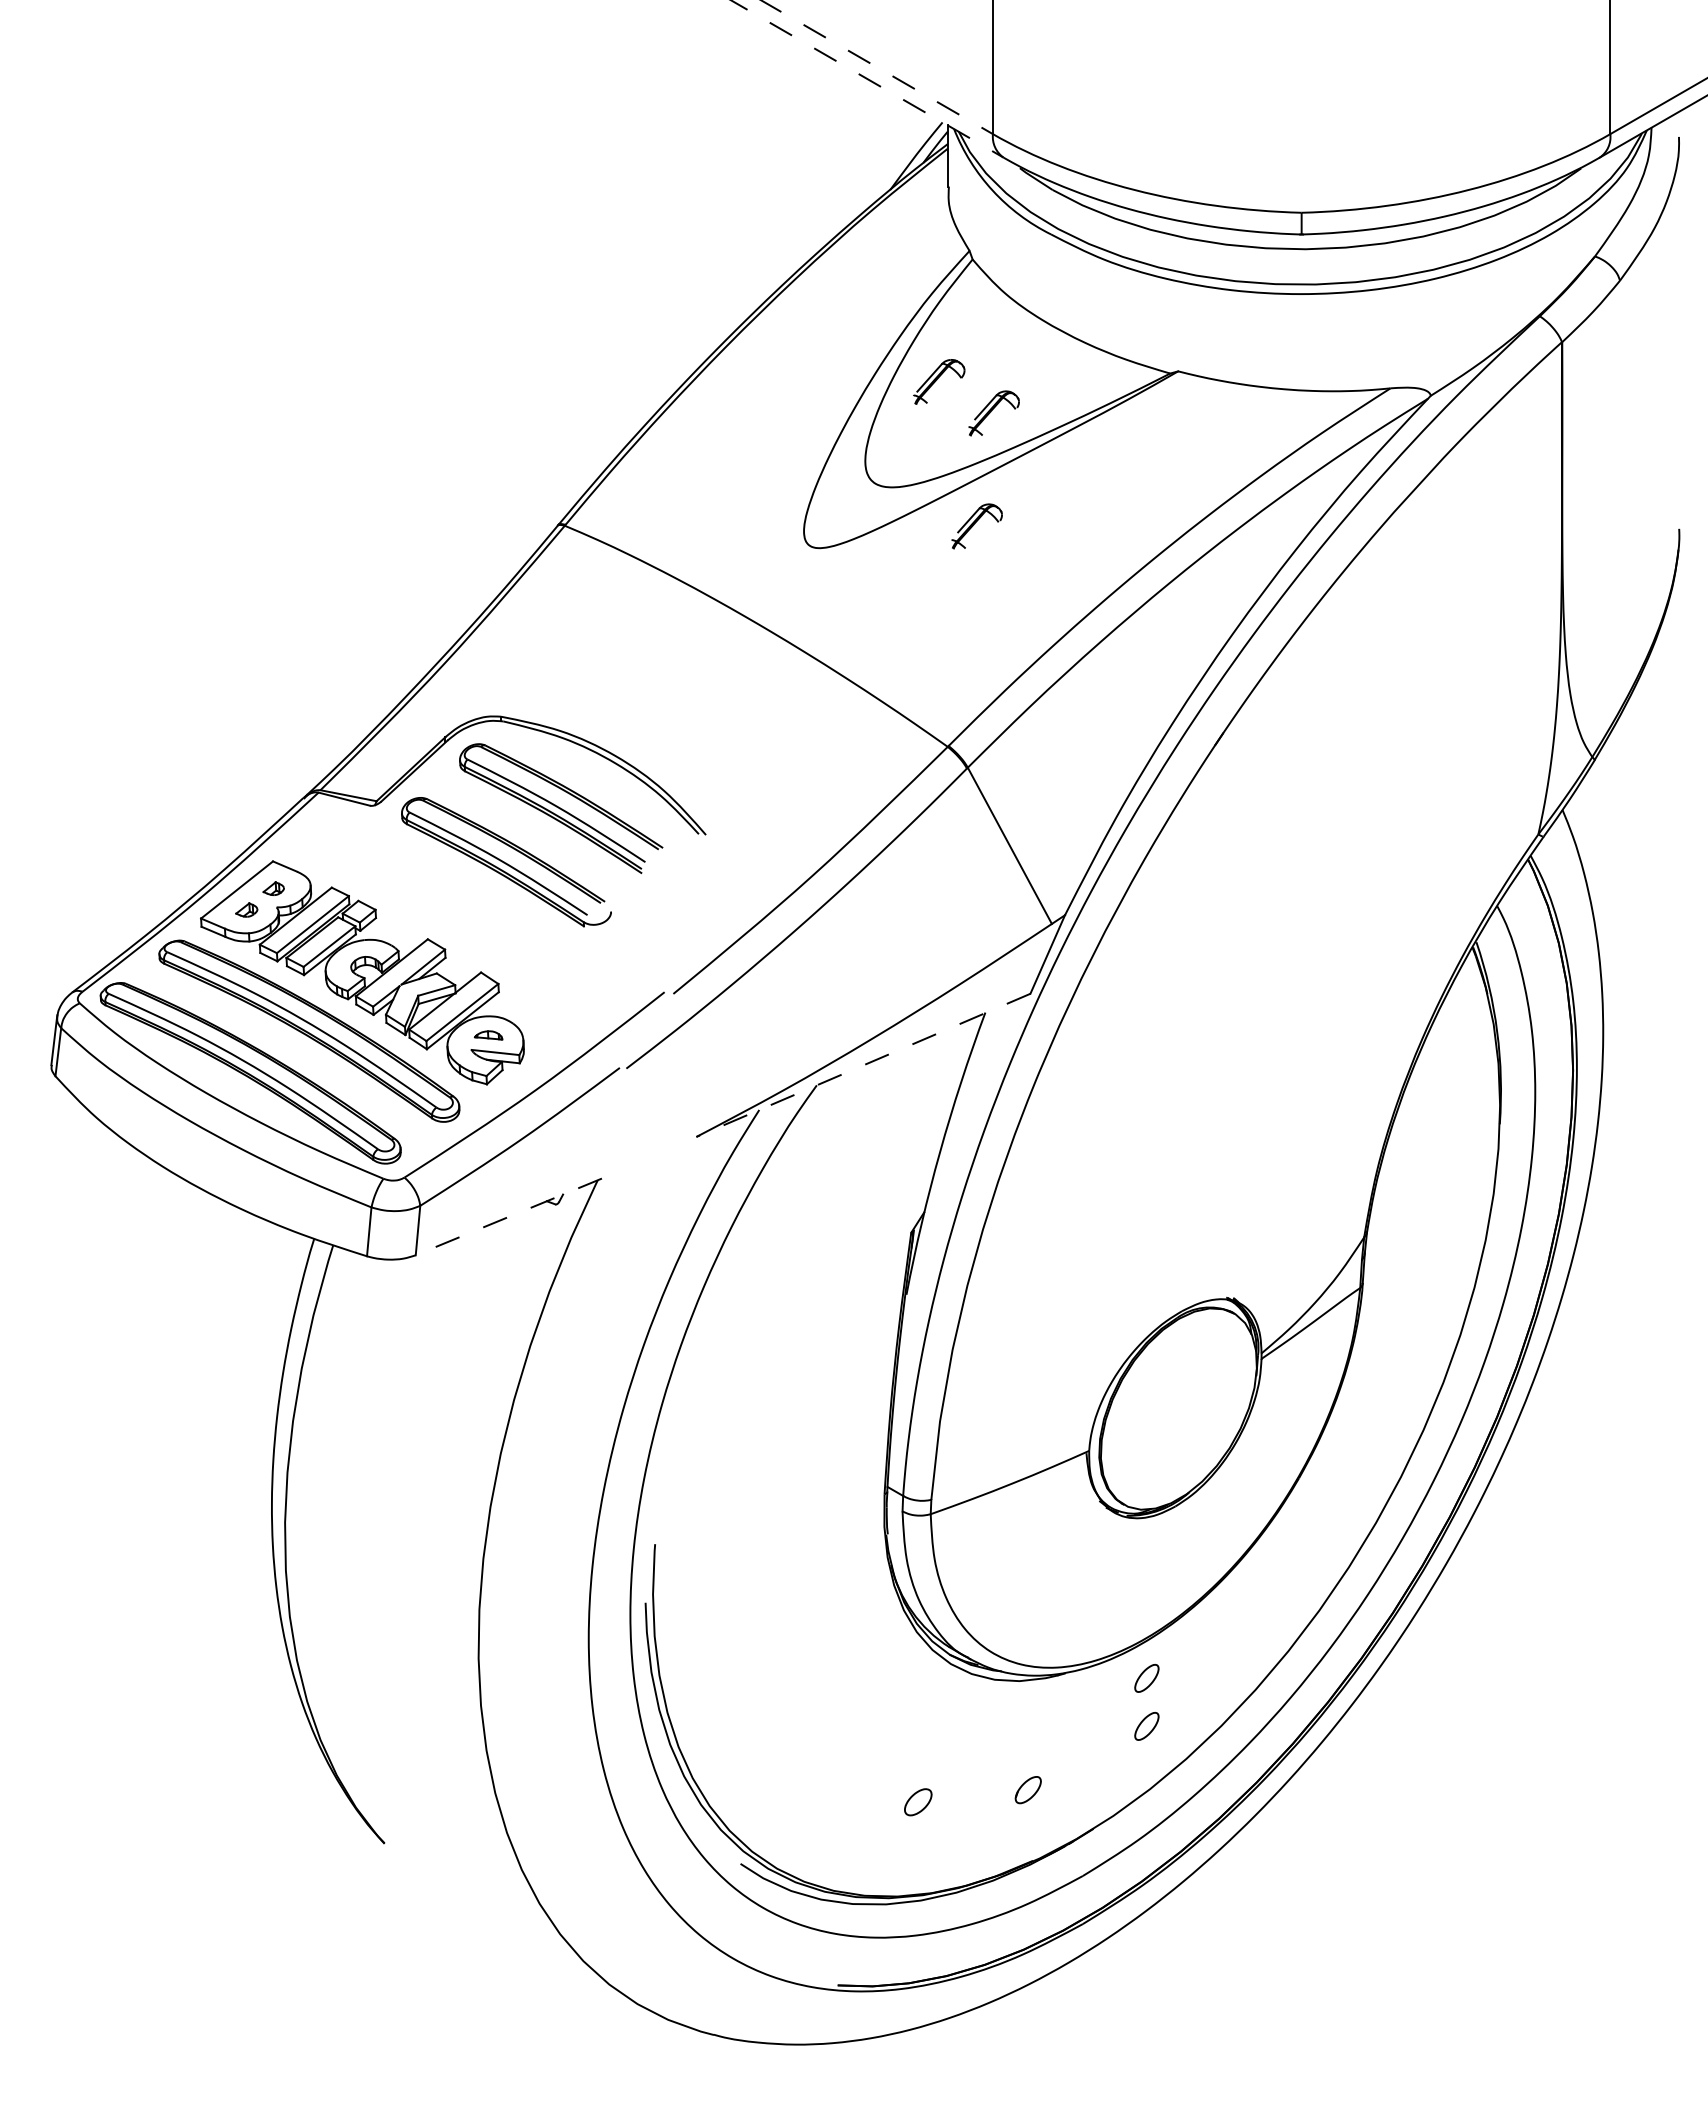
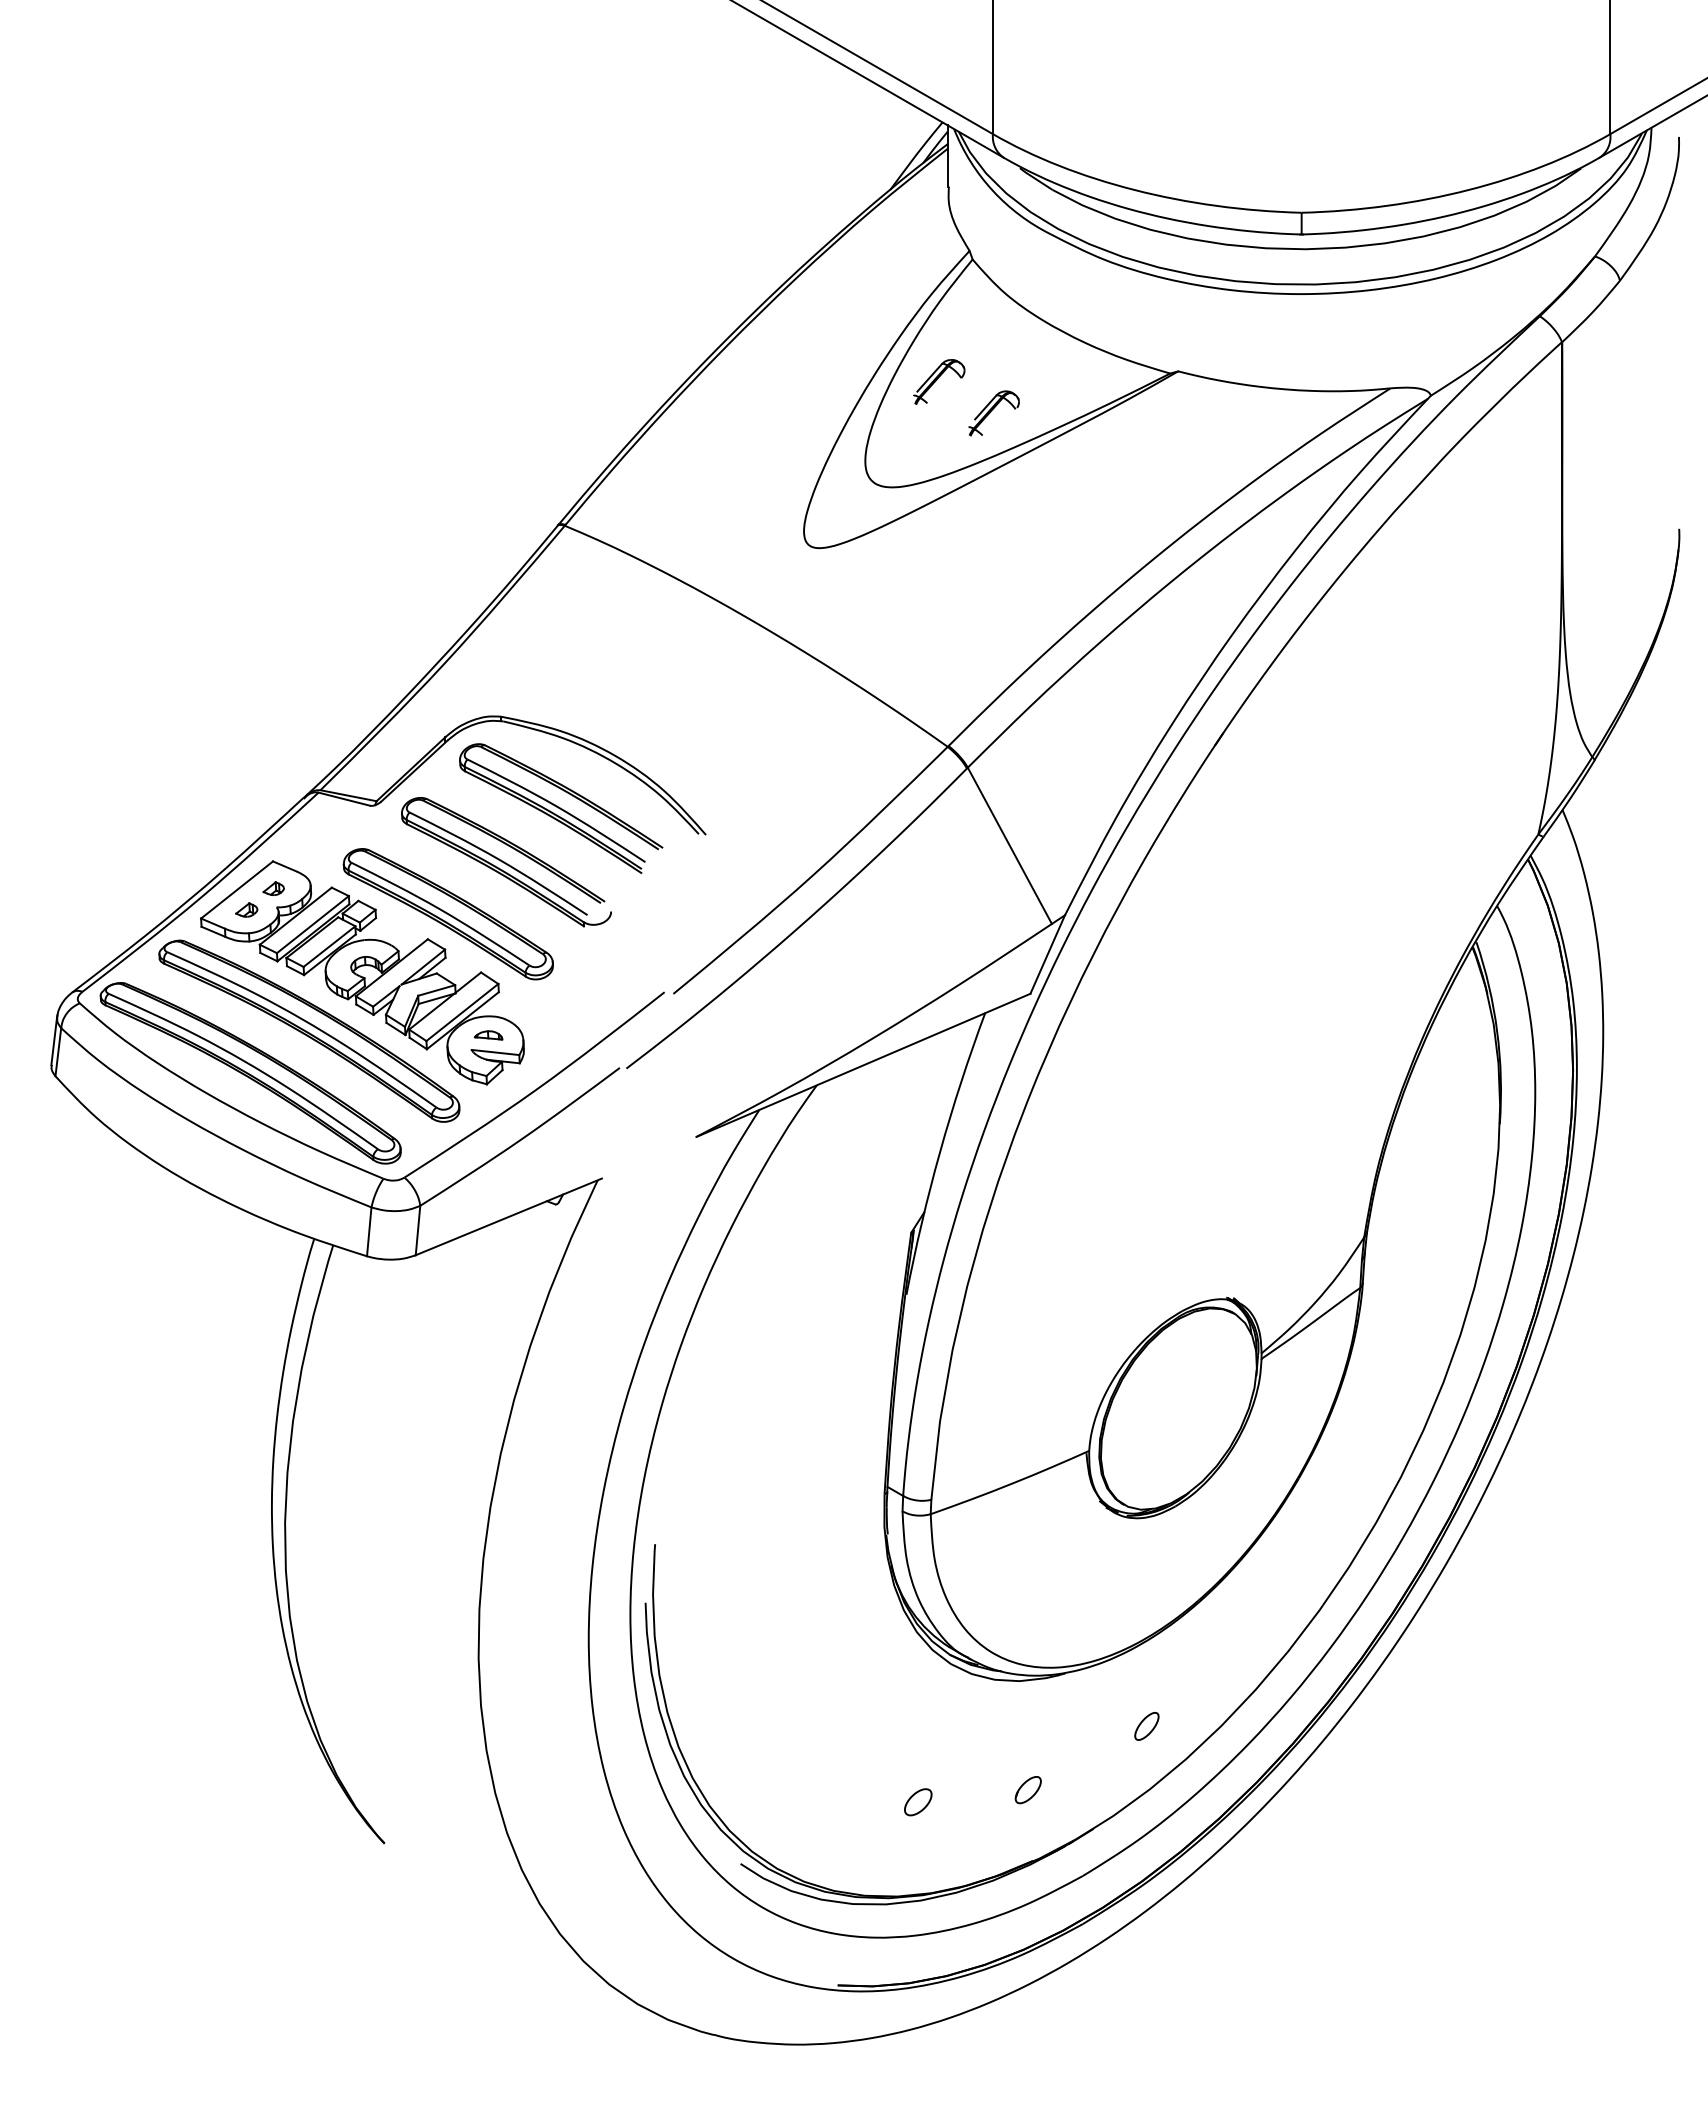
line at (877, 67): dashed -> solid
line at (867, 79): dashed -> solid
part at (976, 526): present -> none
part at (447, 914): none -> present
line at (863, 1065): dashed -> solid
line at (508, 1216): dashed -> solid
part at (1146, 1677): present -> none
